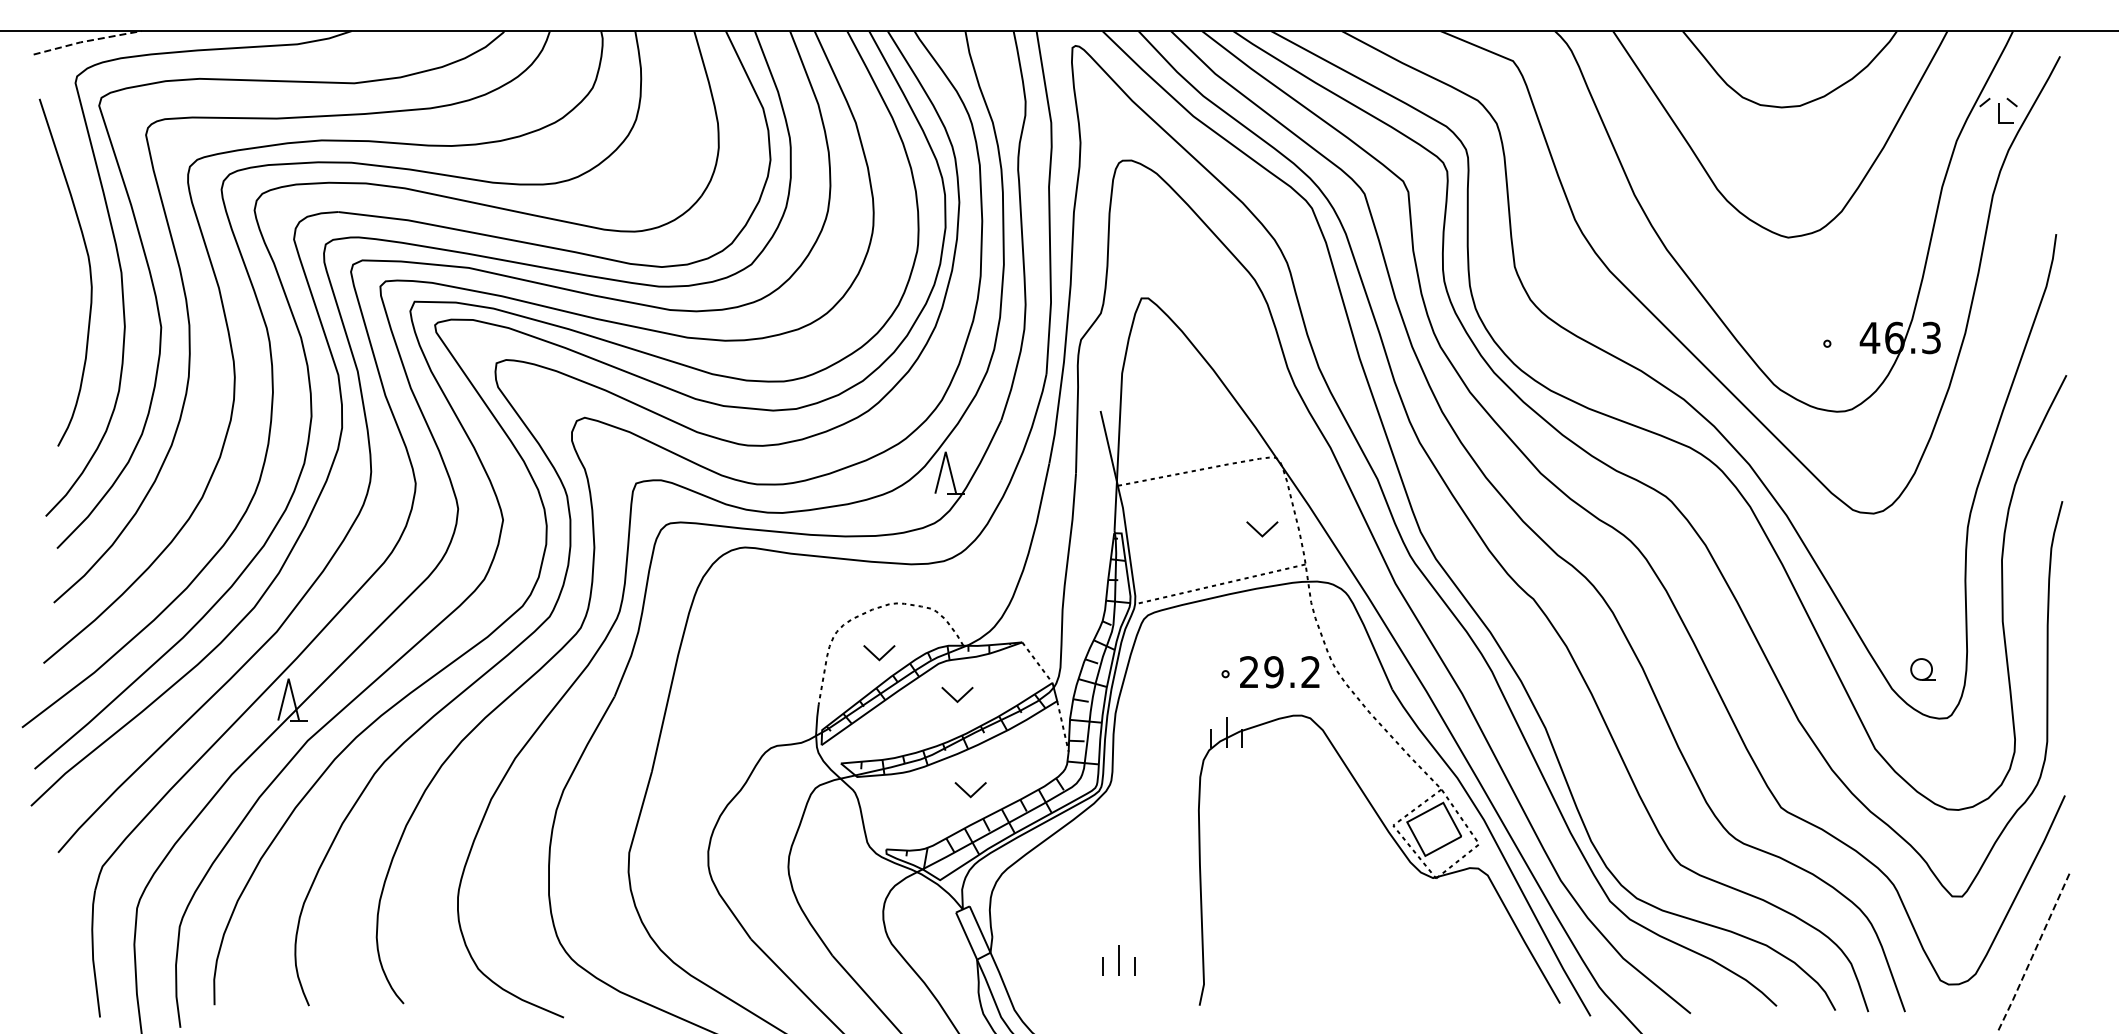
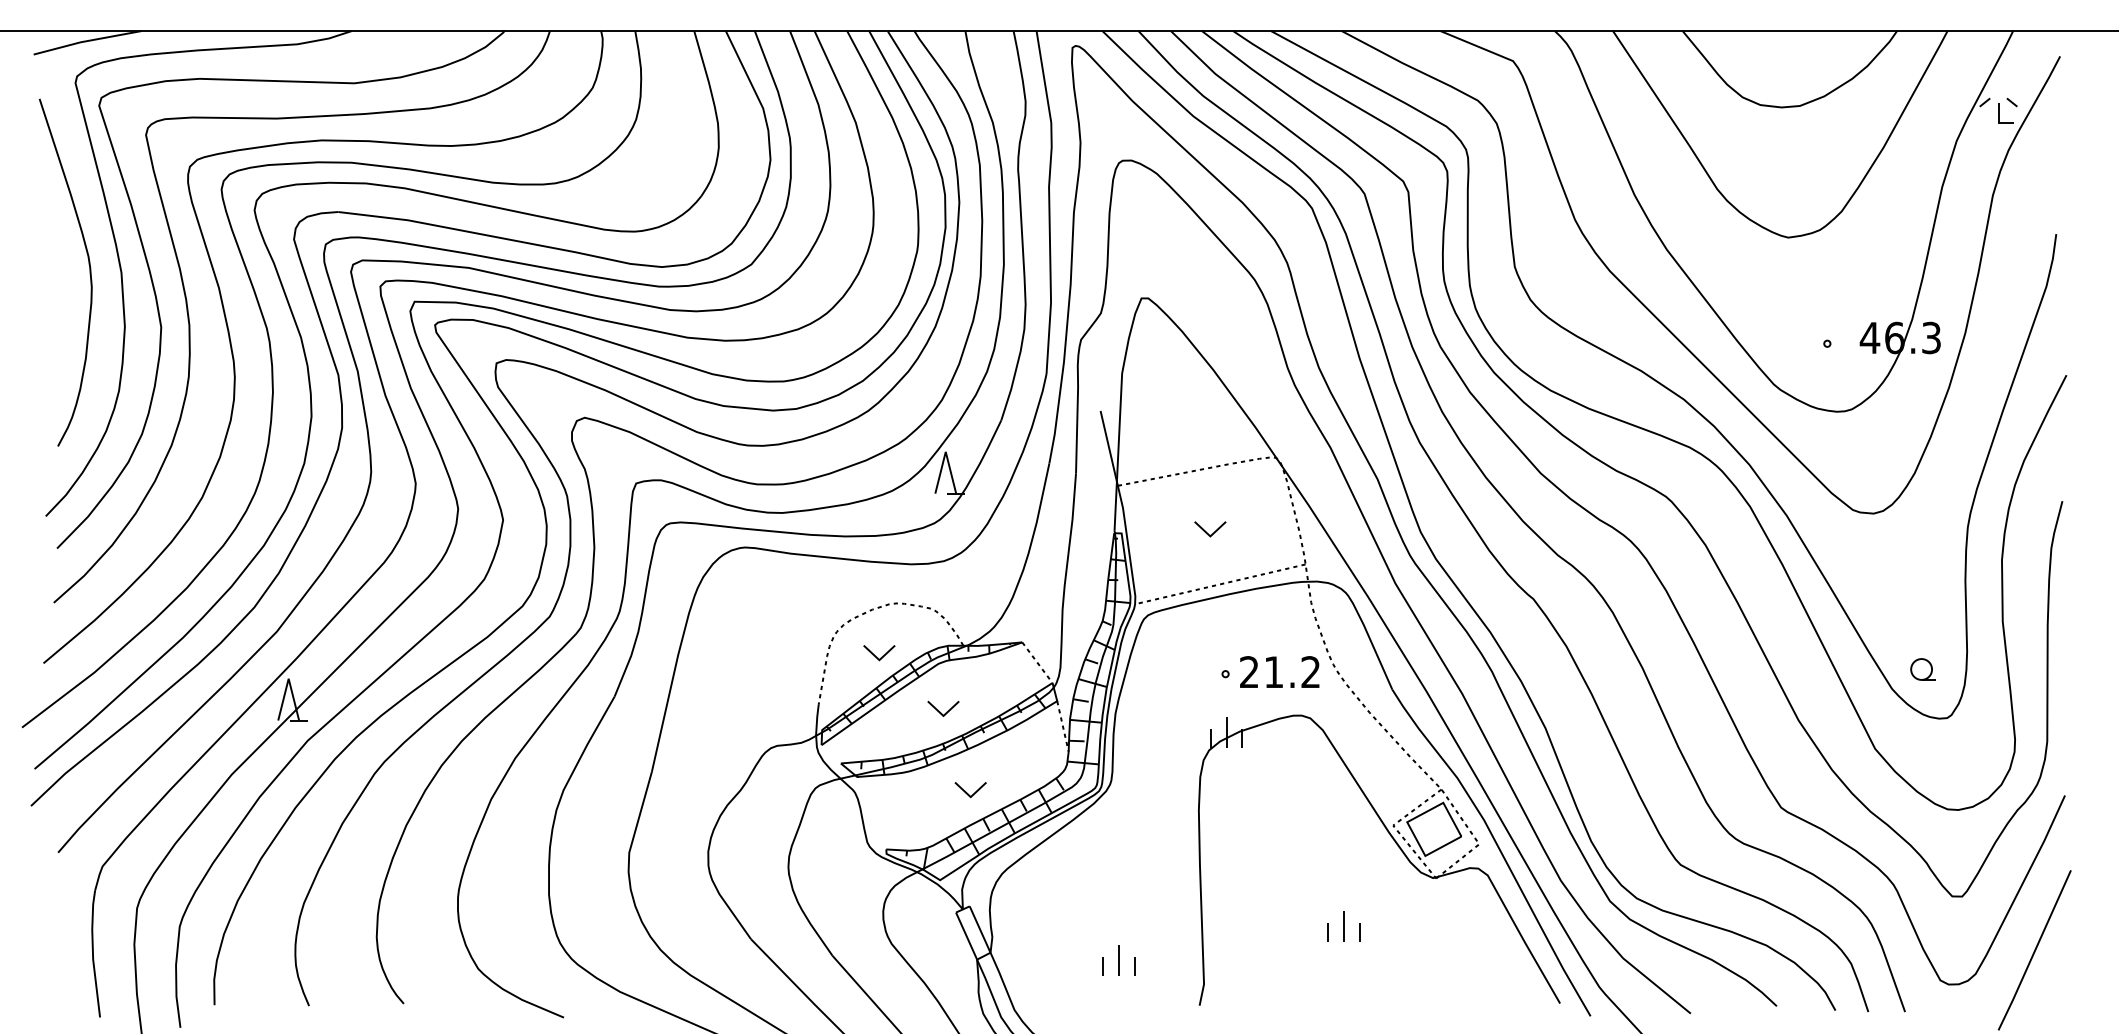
line at (87, 41): dashed -> solid
part at (1262, 529) position: (1262, 529) -> (1210, 529)
text at (1273, 672): 29.2 -> 21.2
part at (957, 694) position: (957, 694) -> (943, 708)
part at (1343, 926): none -> present
line at (2034, 951): dashed -> solid
